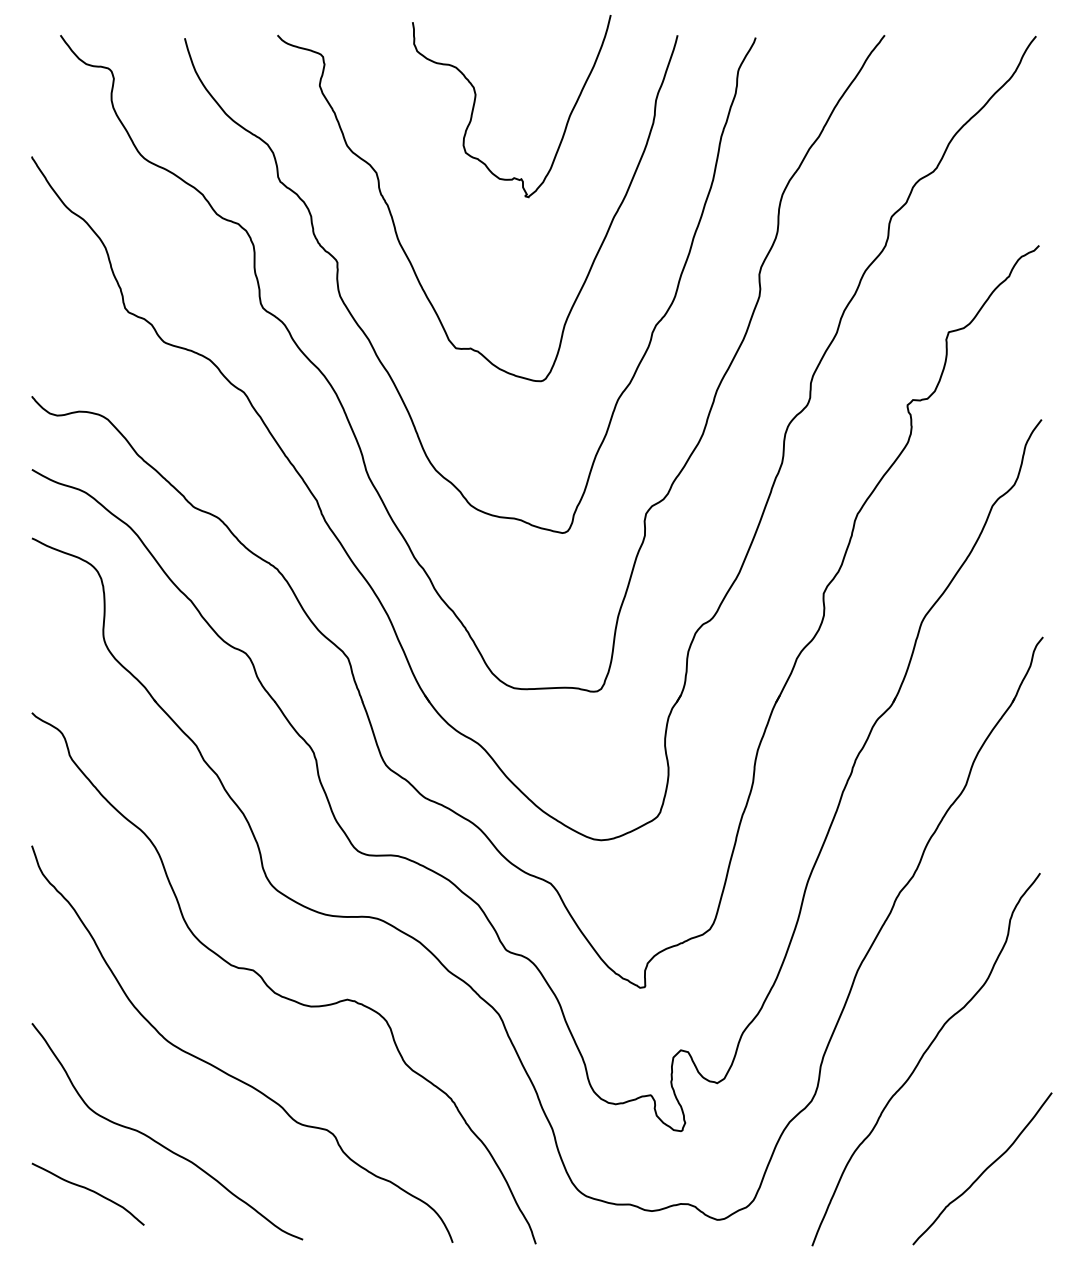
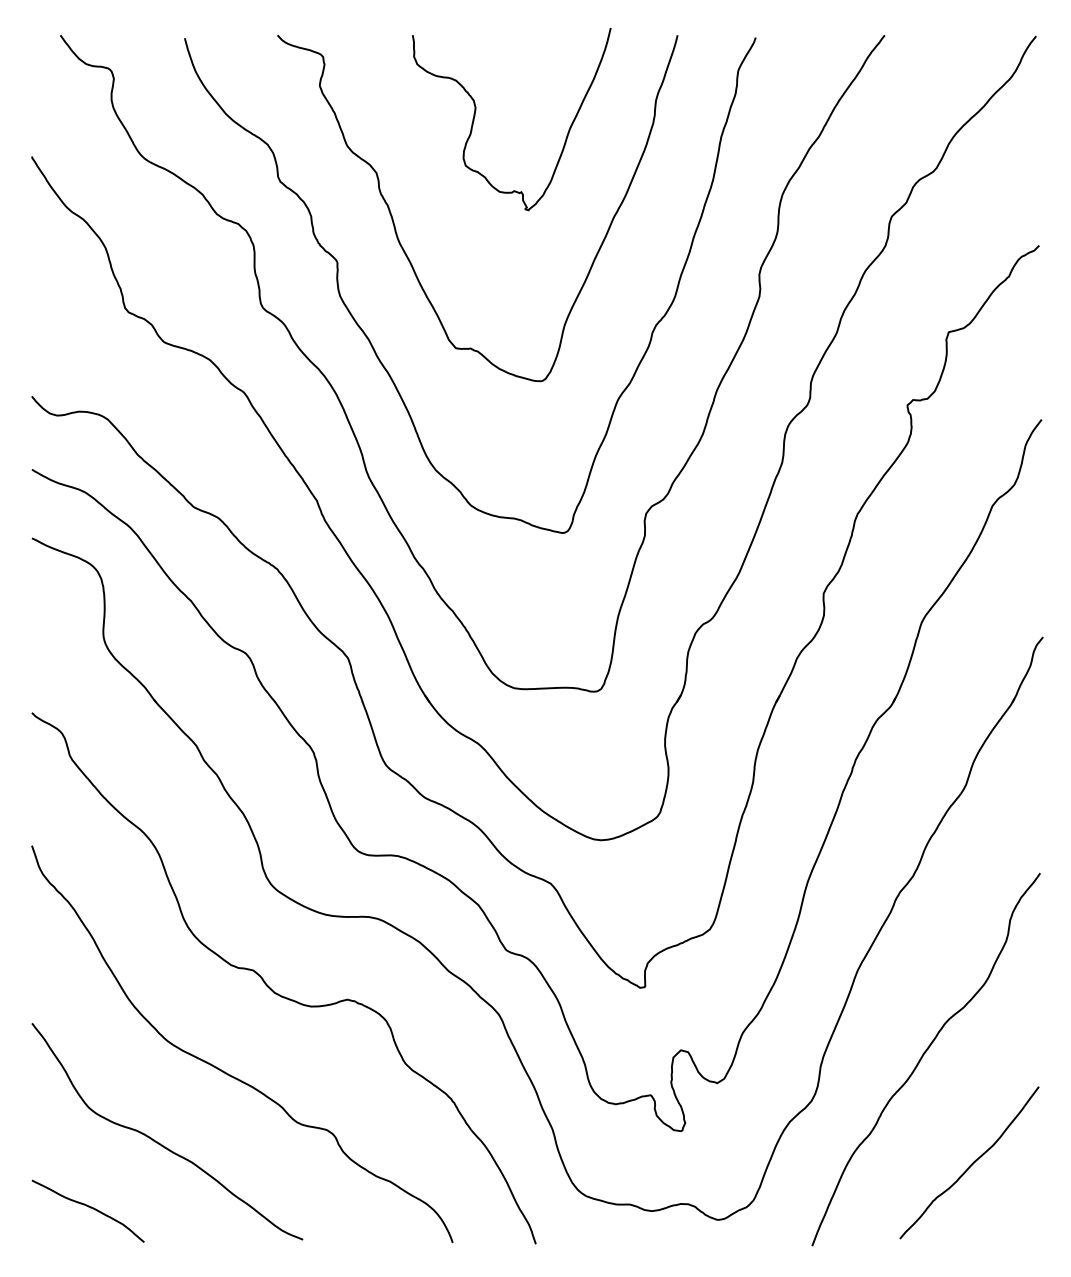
curve at (475, 103) position: (475, 103) -> (475, 116)
curve at (984, 1169) position: (984, 1169) -> (971, 1163)
curve at (88, 1190) position: (88, 1190) -> (88, 1207)
